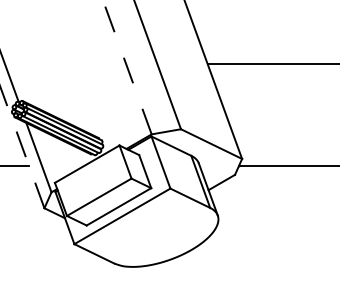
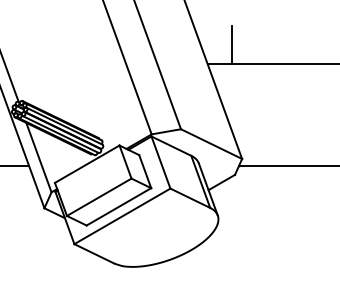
line at (231, 44): none -> present
line at (127, 66): dashed -> solid
line at (22, 147): dashed -> solid
